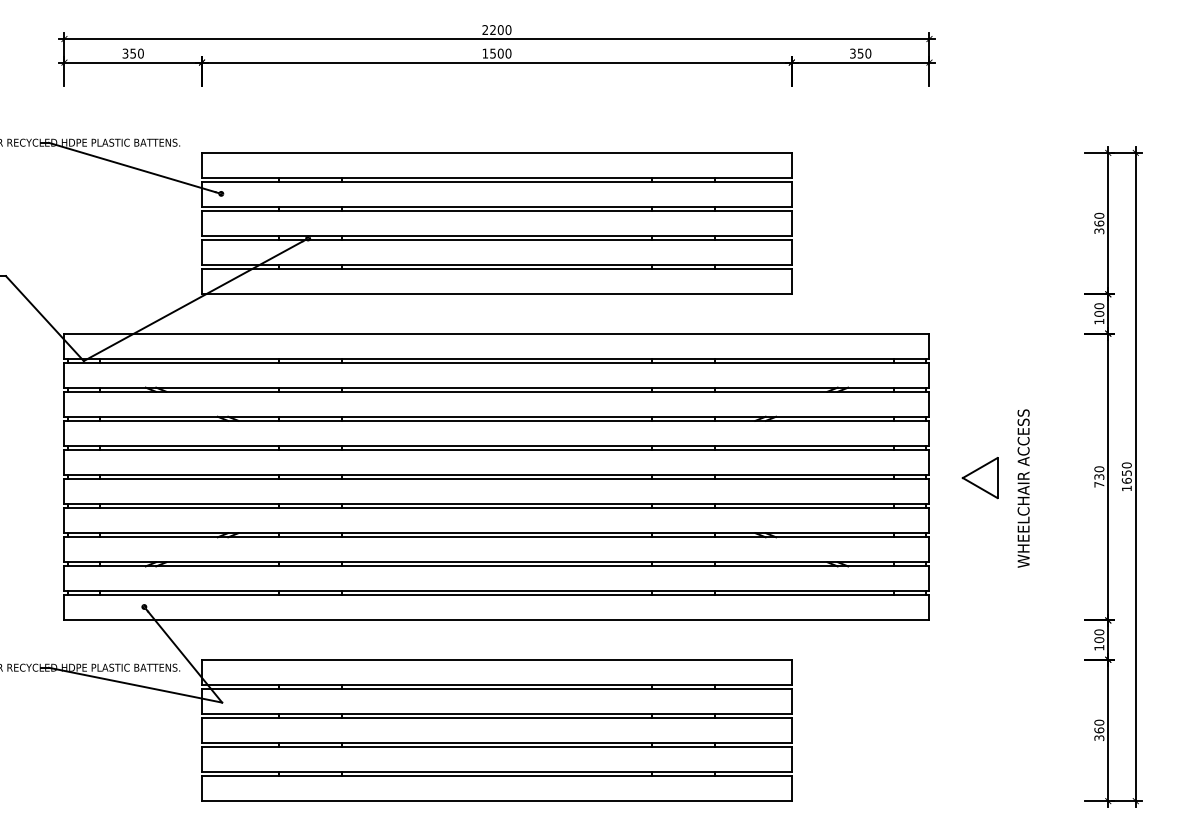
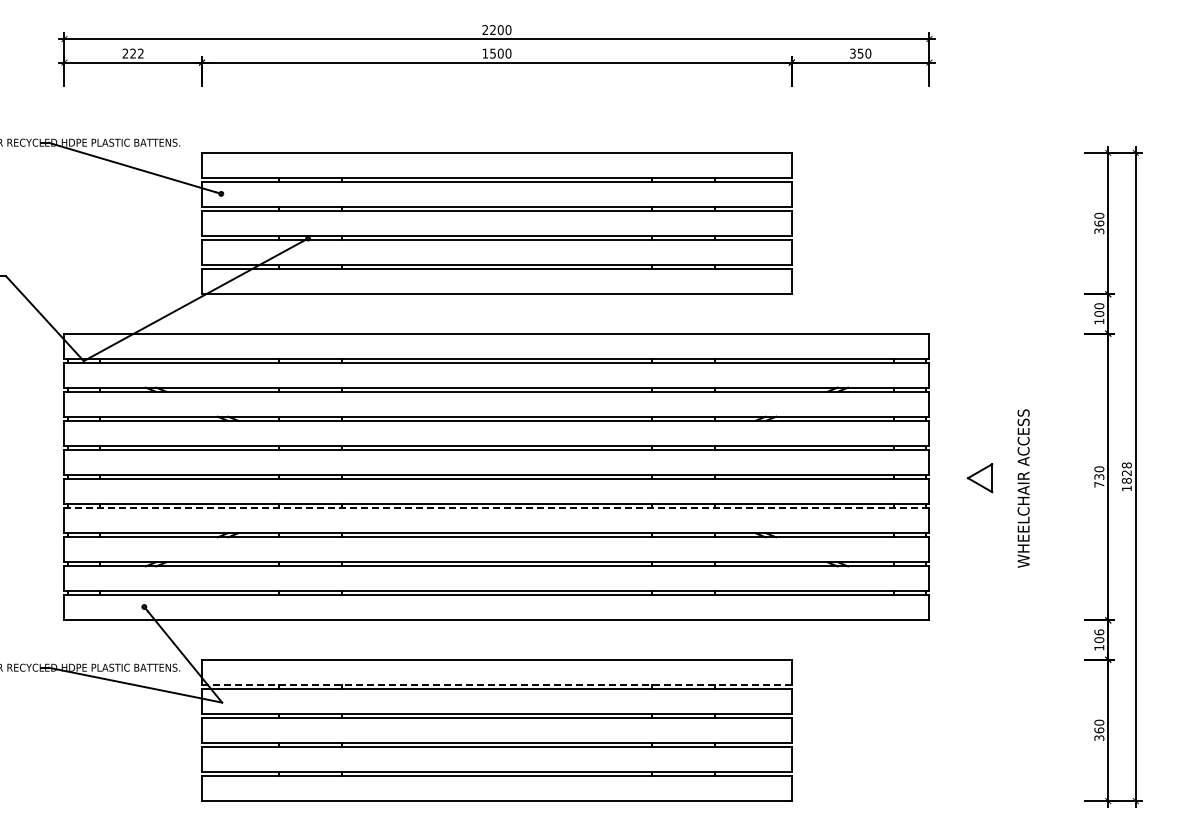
text at (132, 53): 350 -> 222
text at (1126, 472): 1650 -> 1828
part at (979, 478) size: 38x43 px -> 27x31 px
line at (496, 508): solid -> dashed
text at (1098, 632): 100 -> 106
line at (496, 684): solid -> dashed
